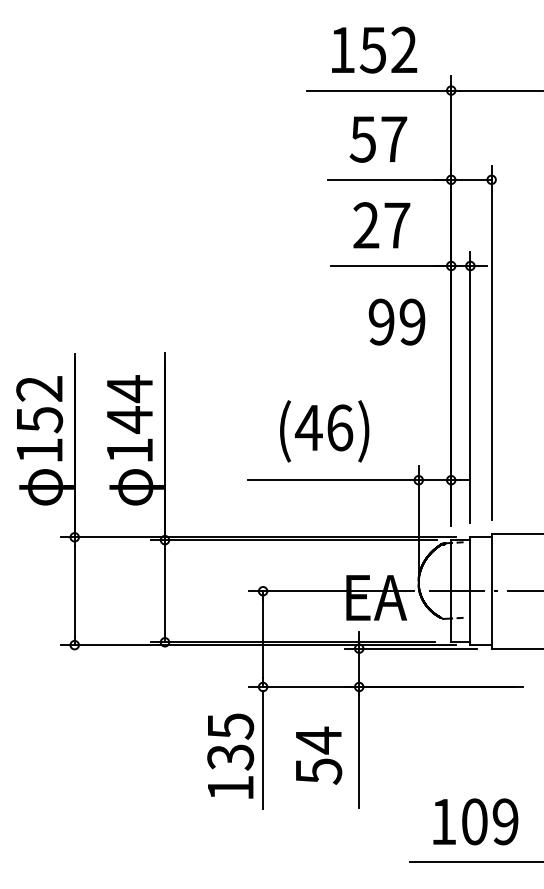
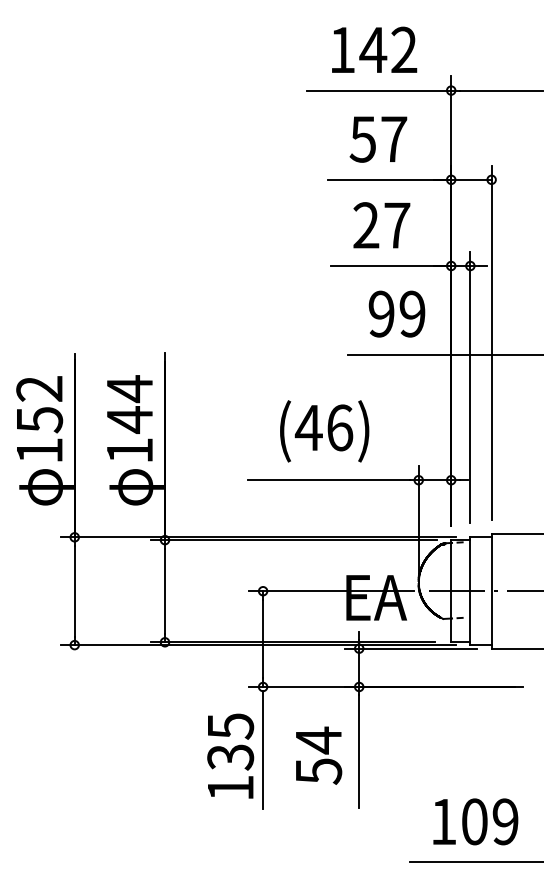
text at (373, 50): 152 -> 142
text at (396, 321) position: (396, 321) -> (396, 313)
line at (443, 354): none -> present
